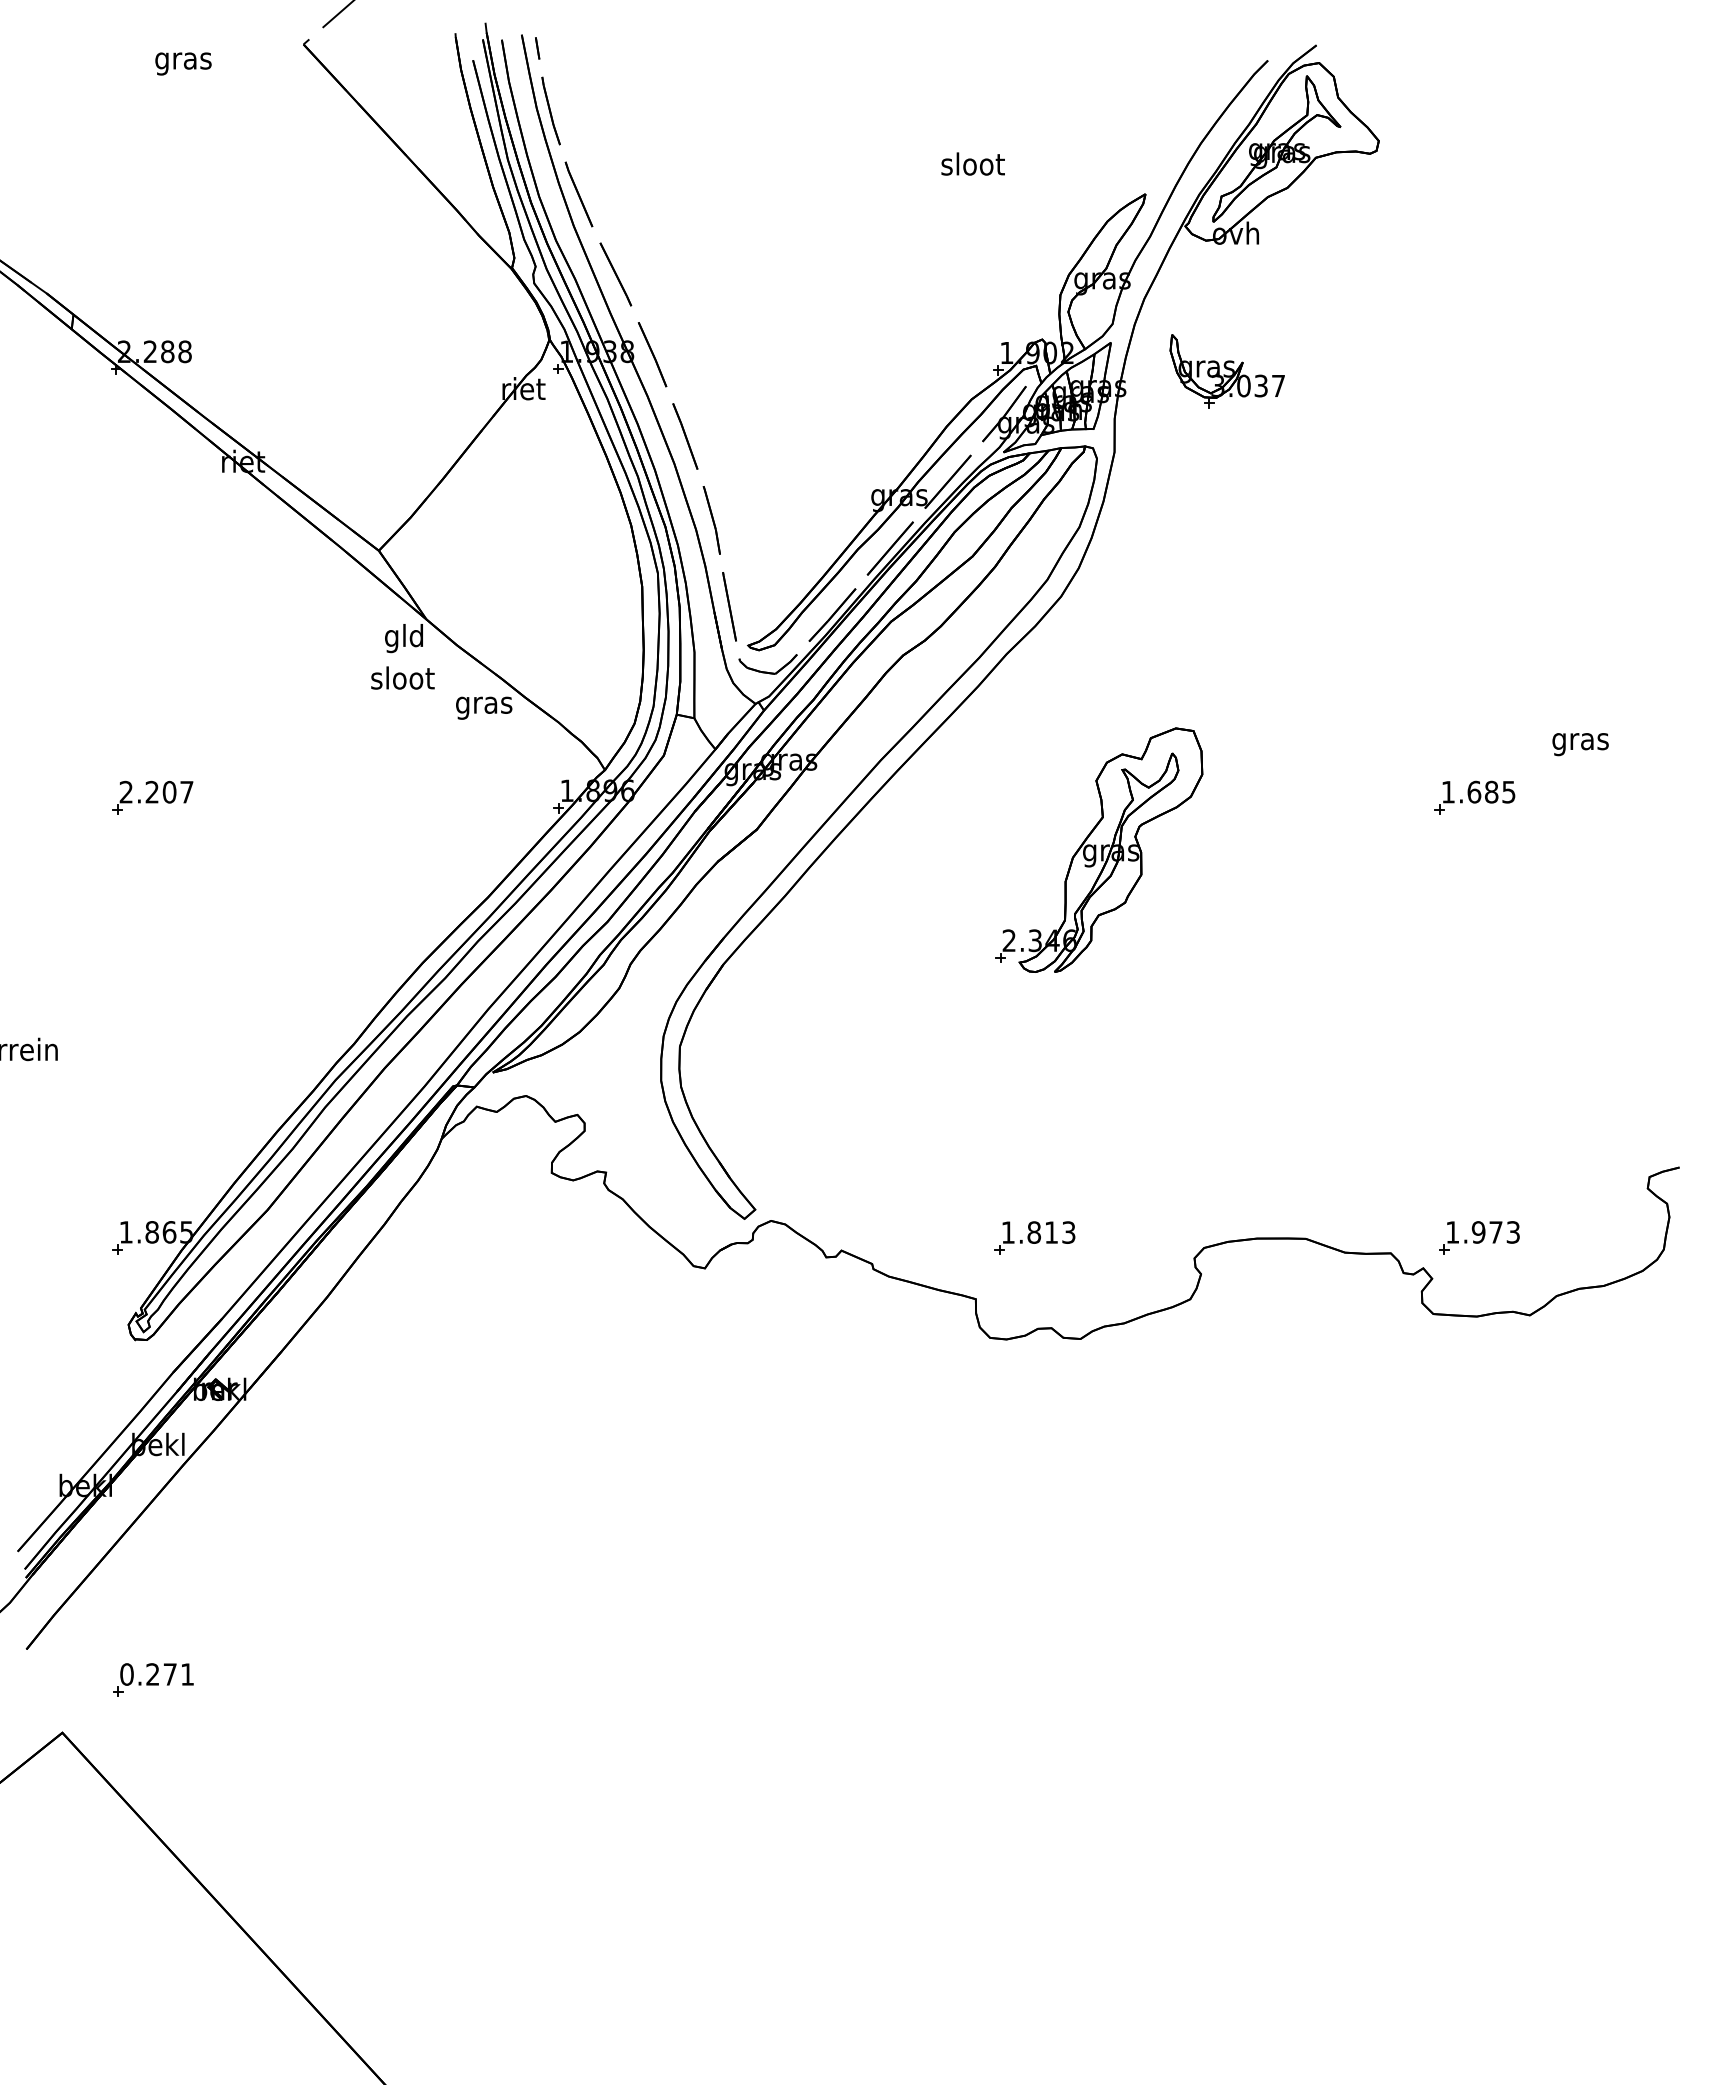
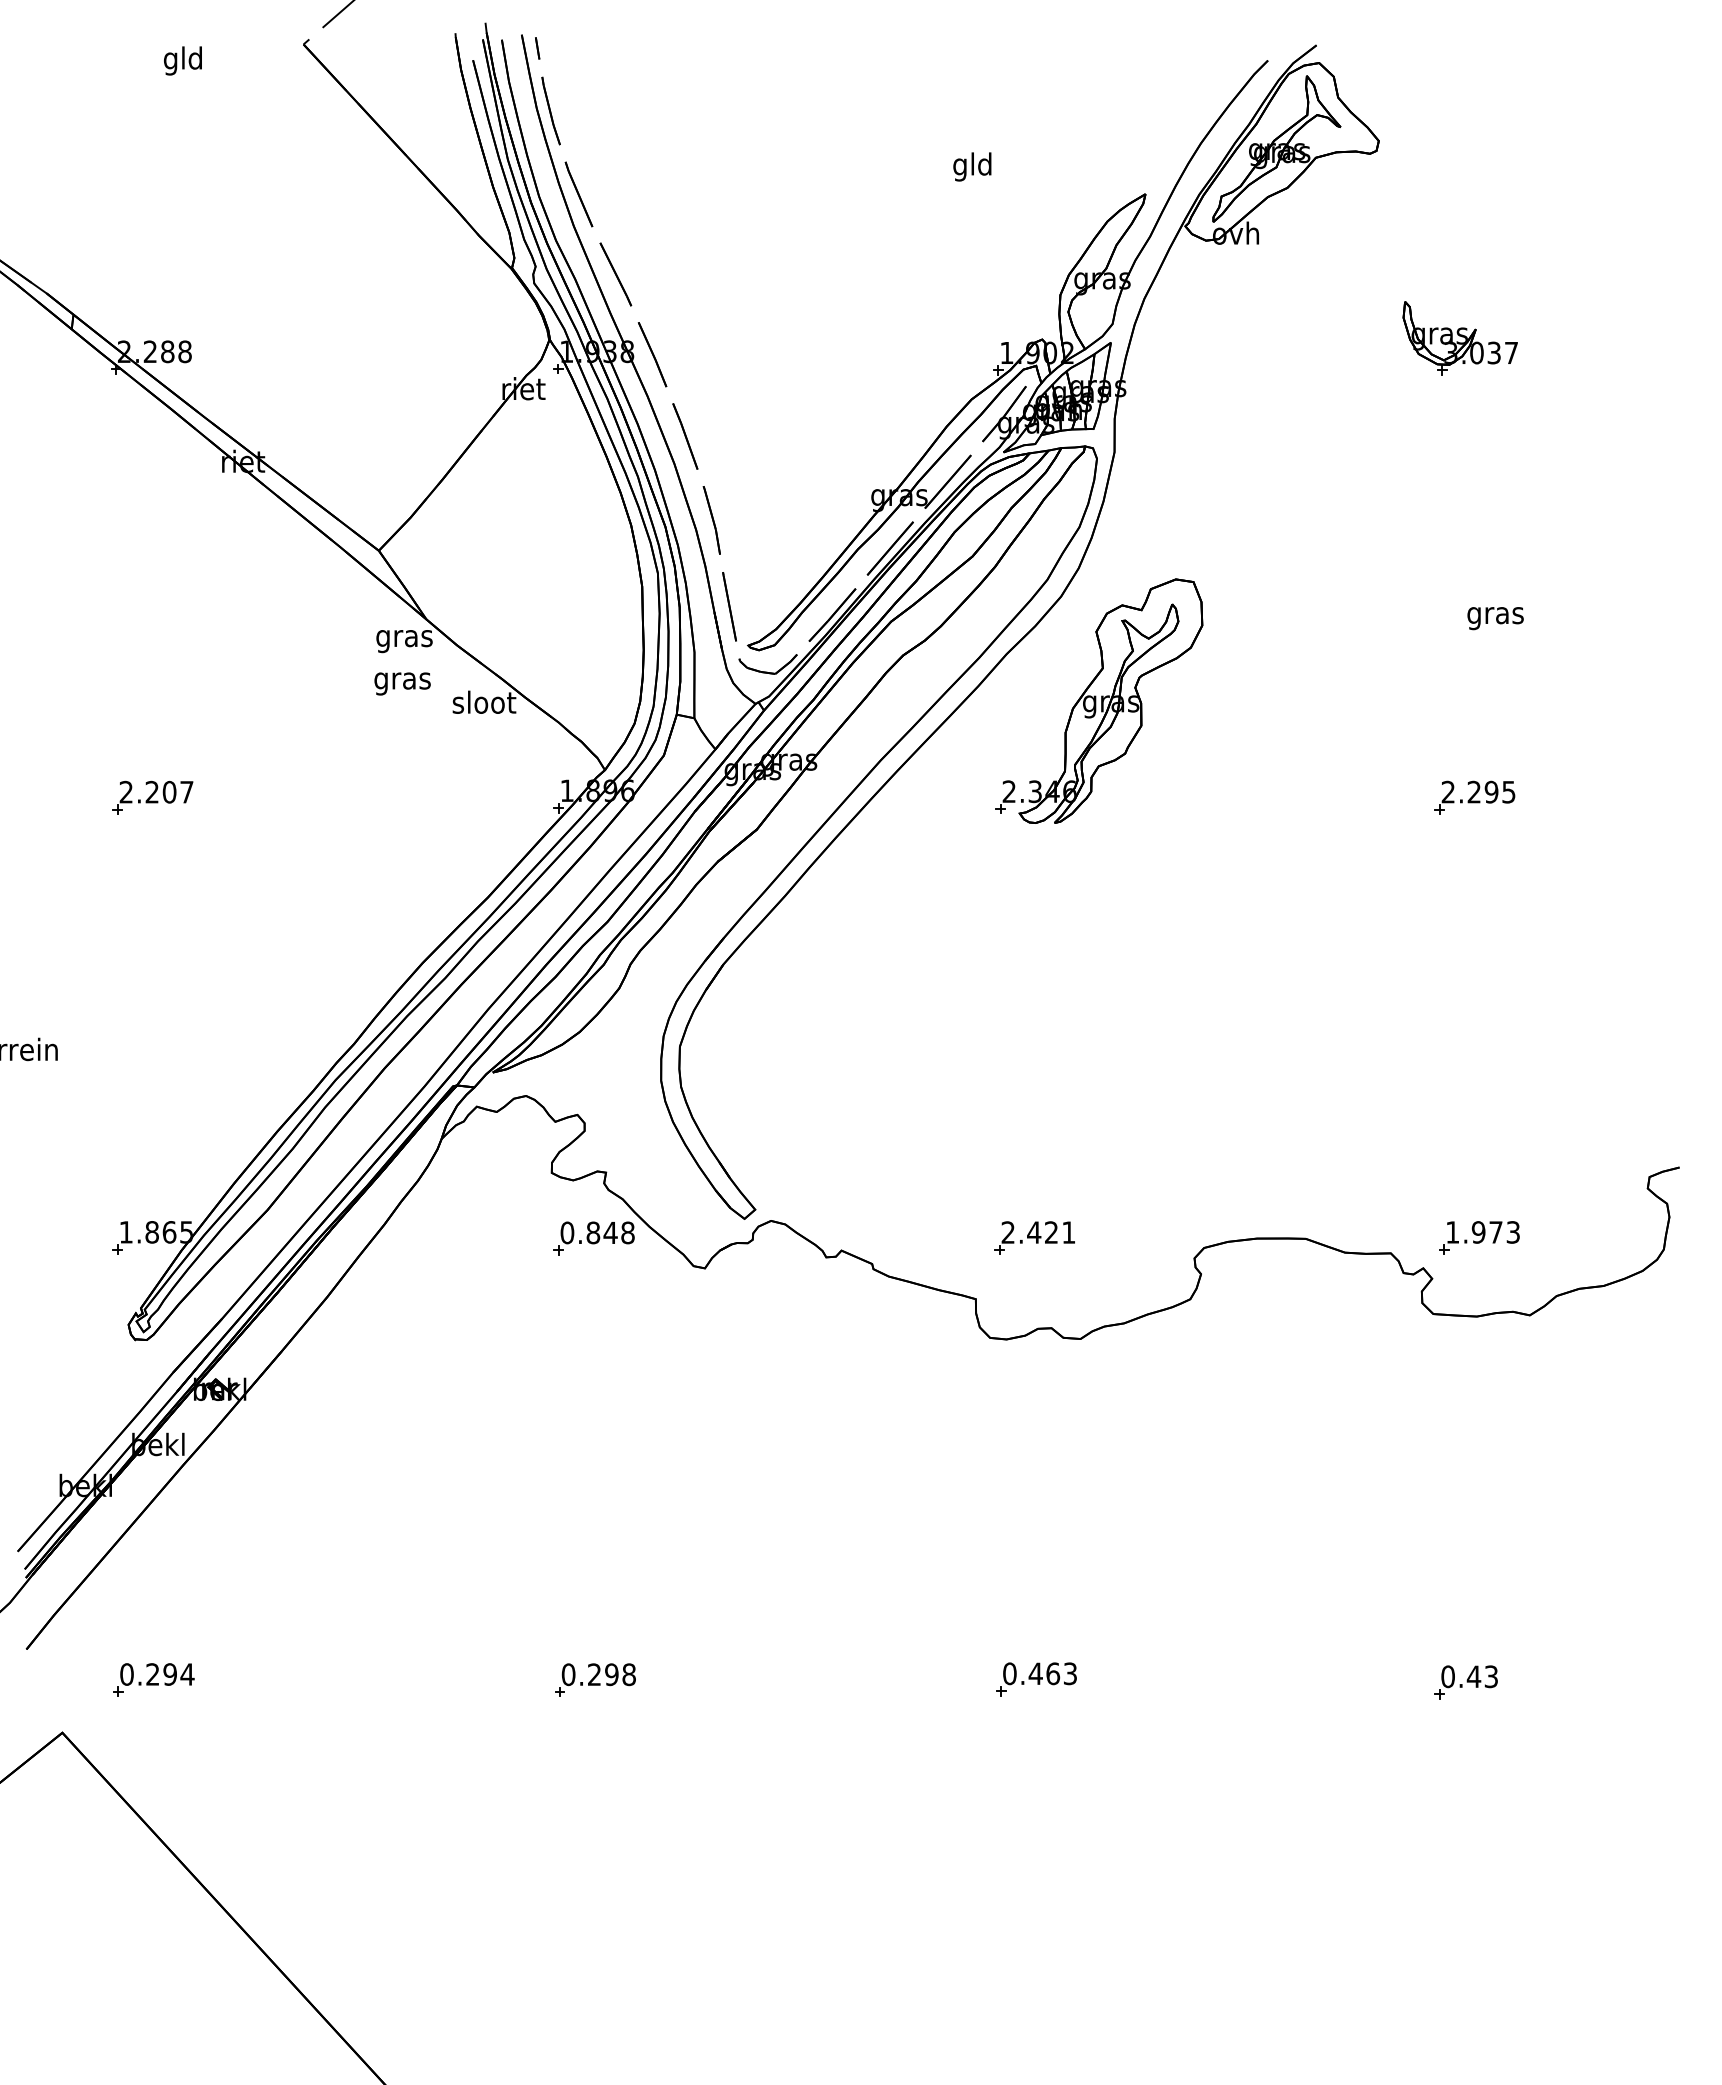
text at (183, 60): gras -> gld
text at (972, 166): sloot -> gld
part at (1226, 371) position: (1226, 371) -> (1459, 338)
text at (404, 638): gld -> gras
text at (402, 680): sloot -> gras
text at (484, 704): gras -> sloot
text at (1580, 744) position: (1580, 744) -> (1495, 618)
text at (1469, 791): 1.685 -> 2.295
part at (1099, 849) position: (1099, 849) -> (1099, 700)
text at (1038, 1232): 1.813 -> 2.421
part at (593, 1238): none -> present
text at (178, 1674): 0.271 -> 0.294
part at (595, 1679): none -> present
part at (1036, 1679): none -> present
part at (1465, 1682): none -> present
